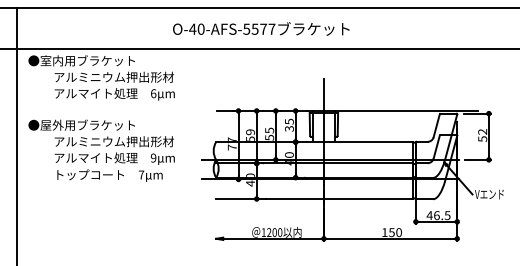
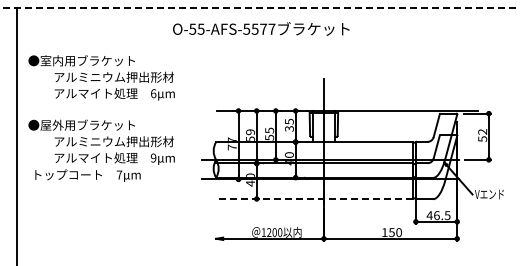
line at (259, 8): solid -> dashed
text at (196, 28): O-40-AFS-5577 -> O-55-AFS-5577
line at (259, 49): present -> none
text at (109, 175) position: (109, 175) -> (87, 175)
line at (314, 198): solid -> dashed
